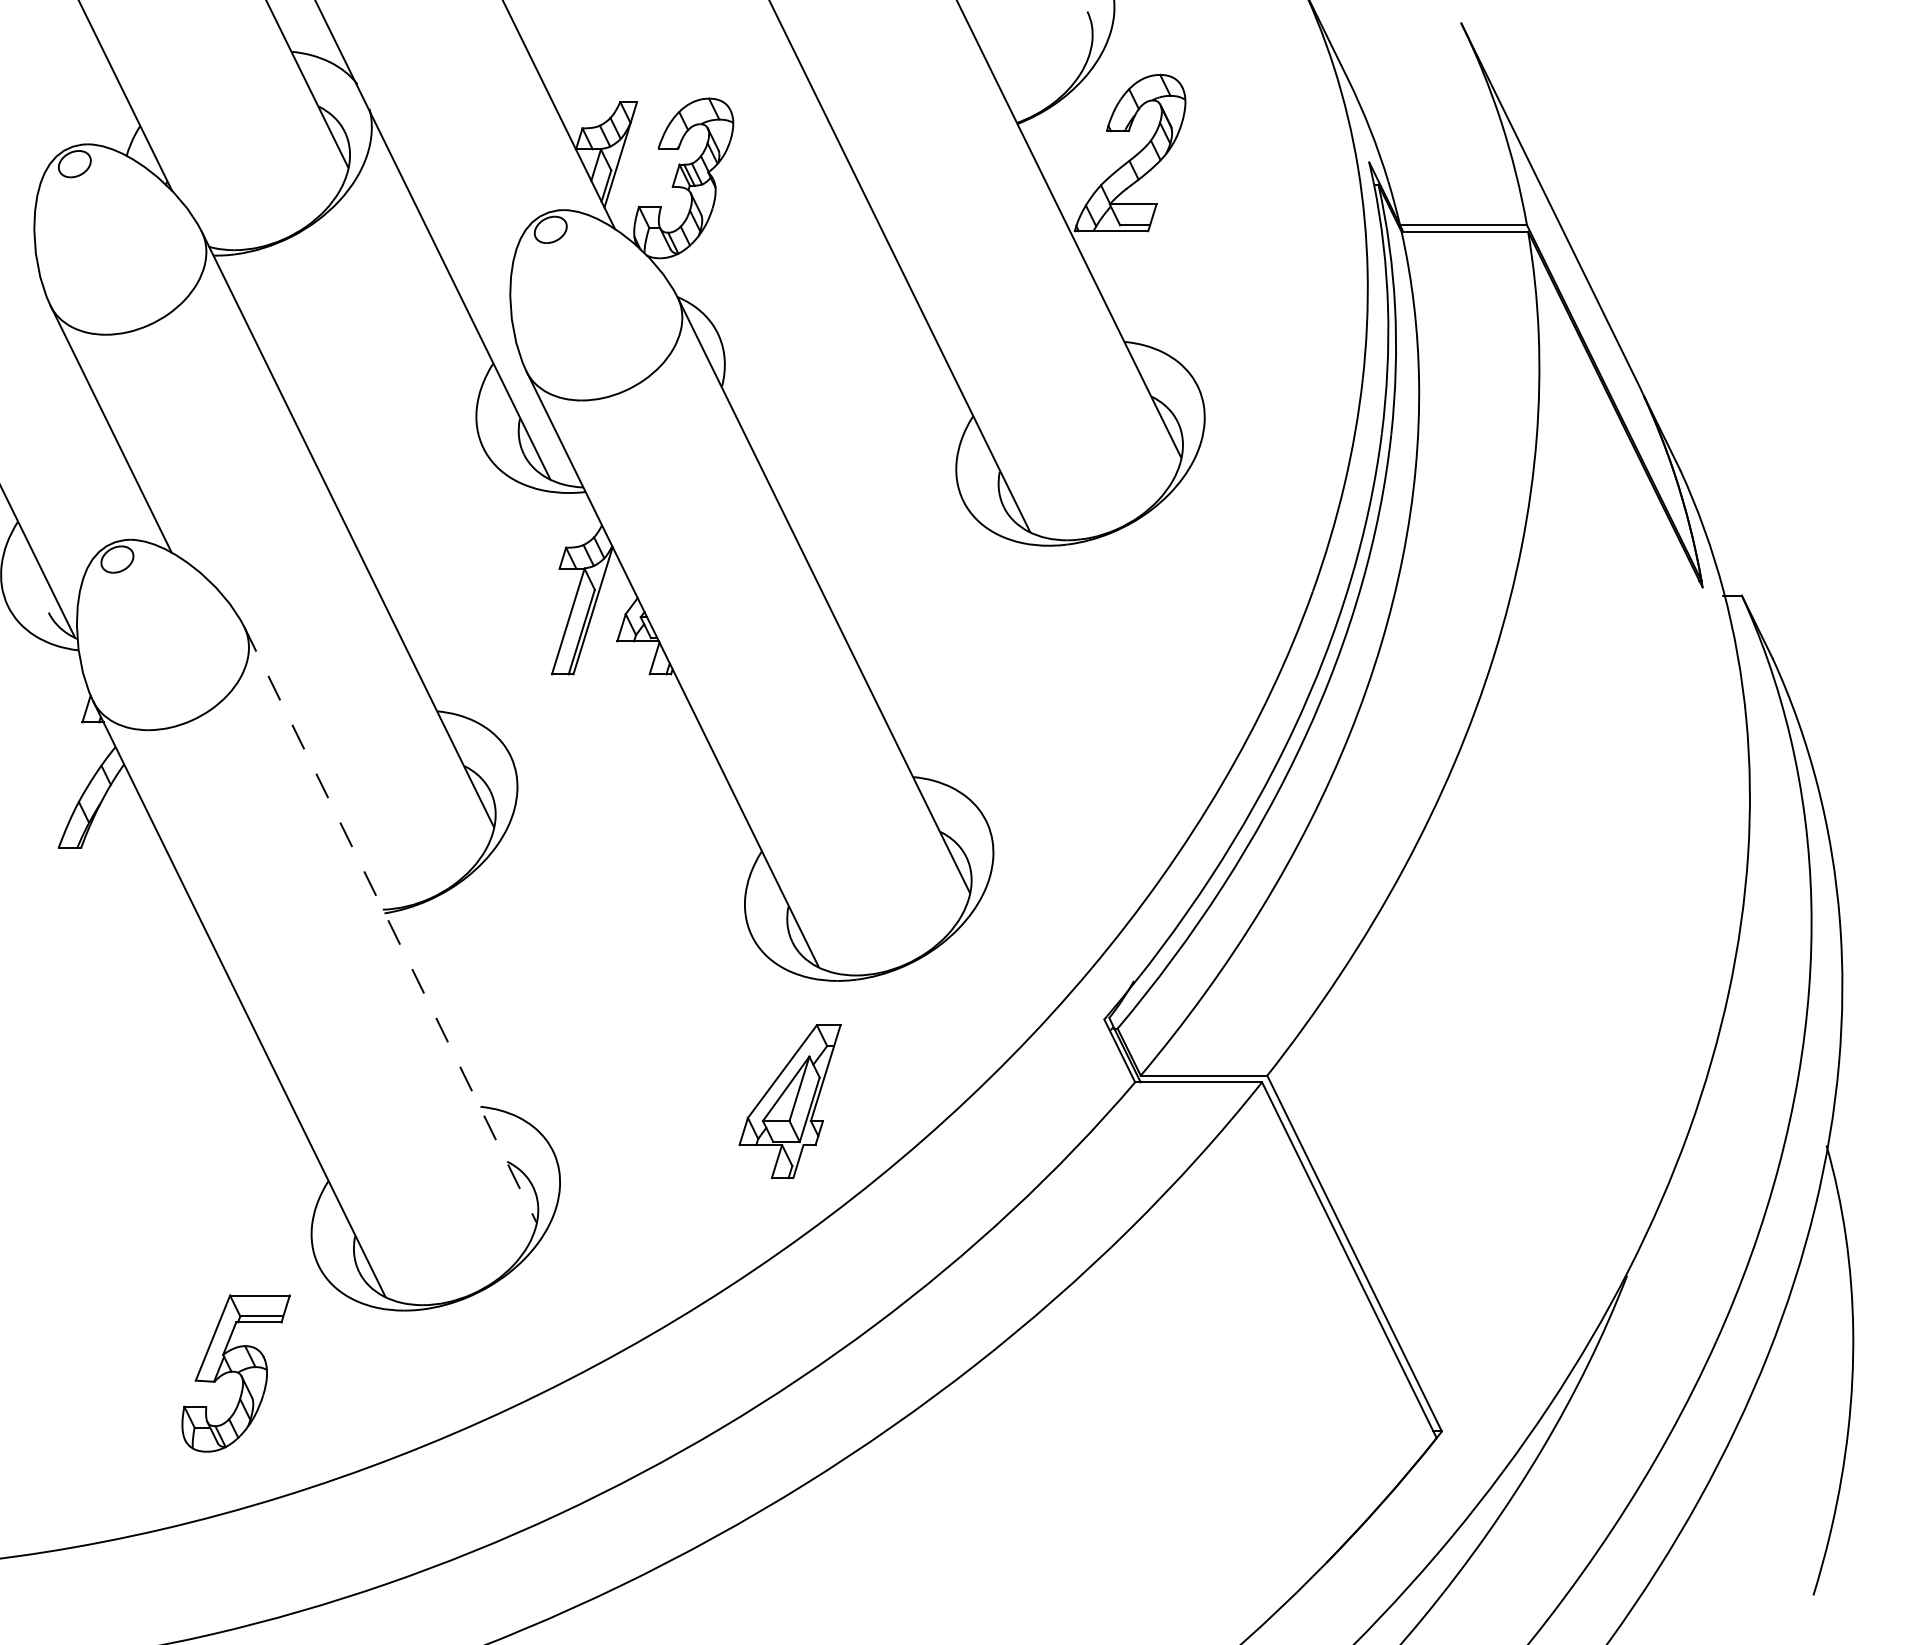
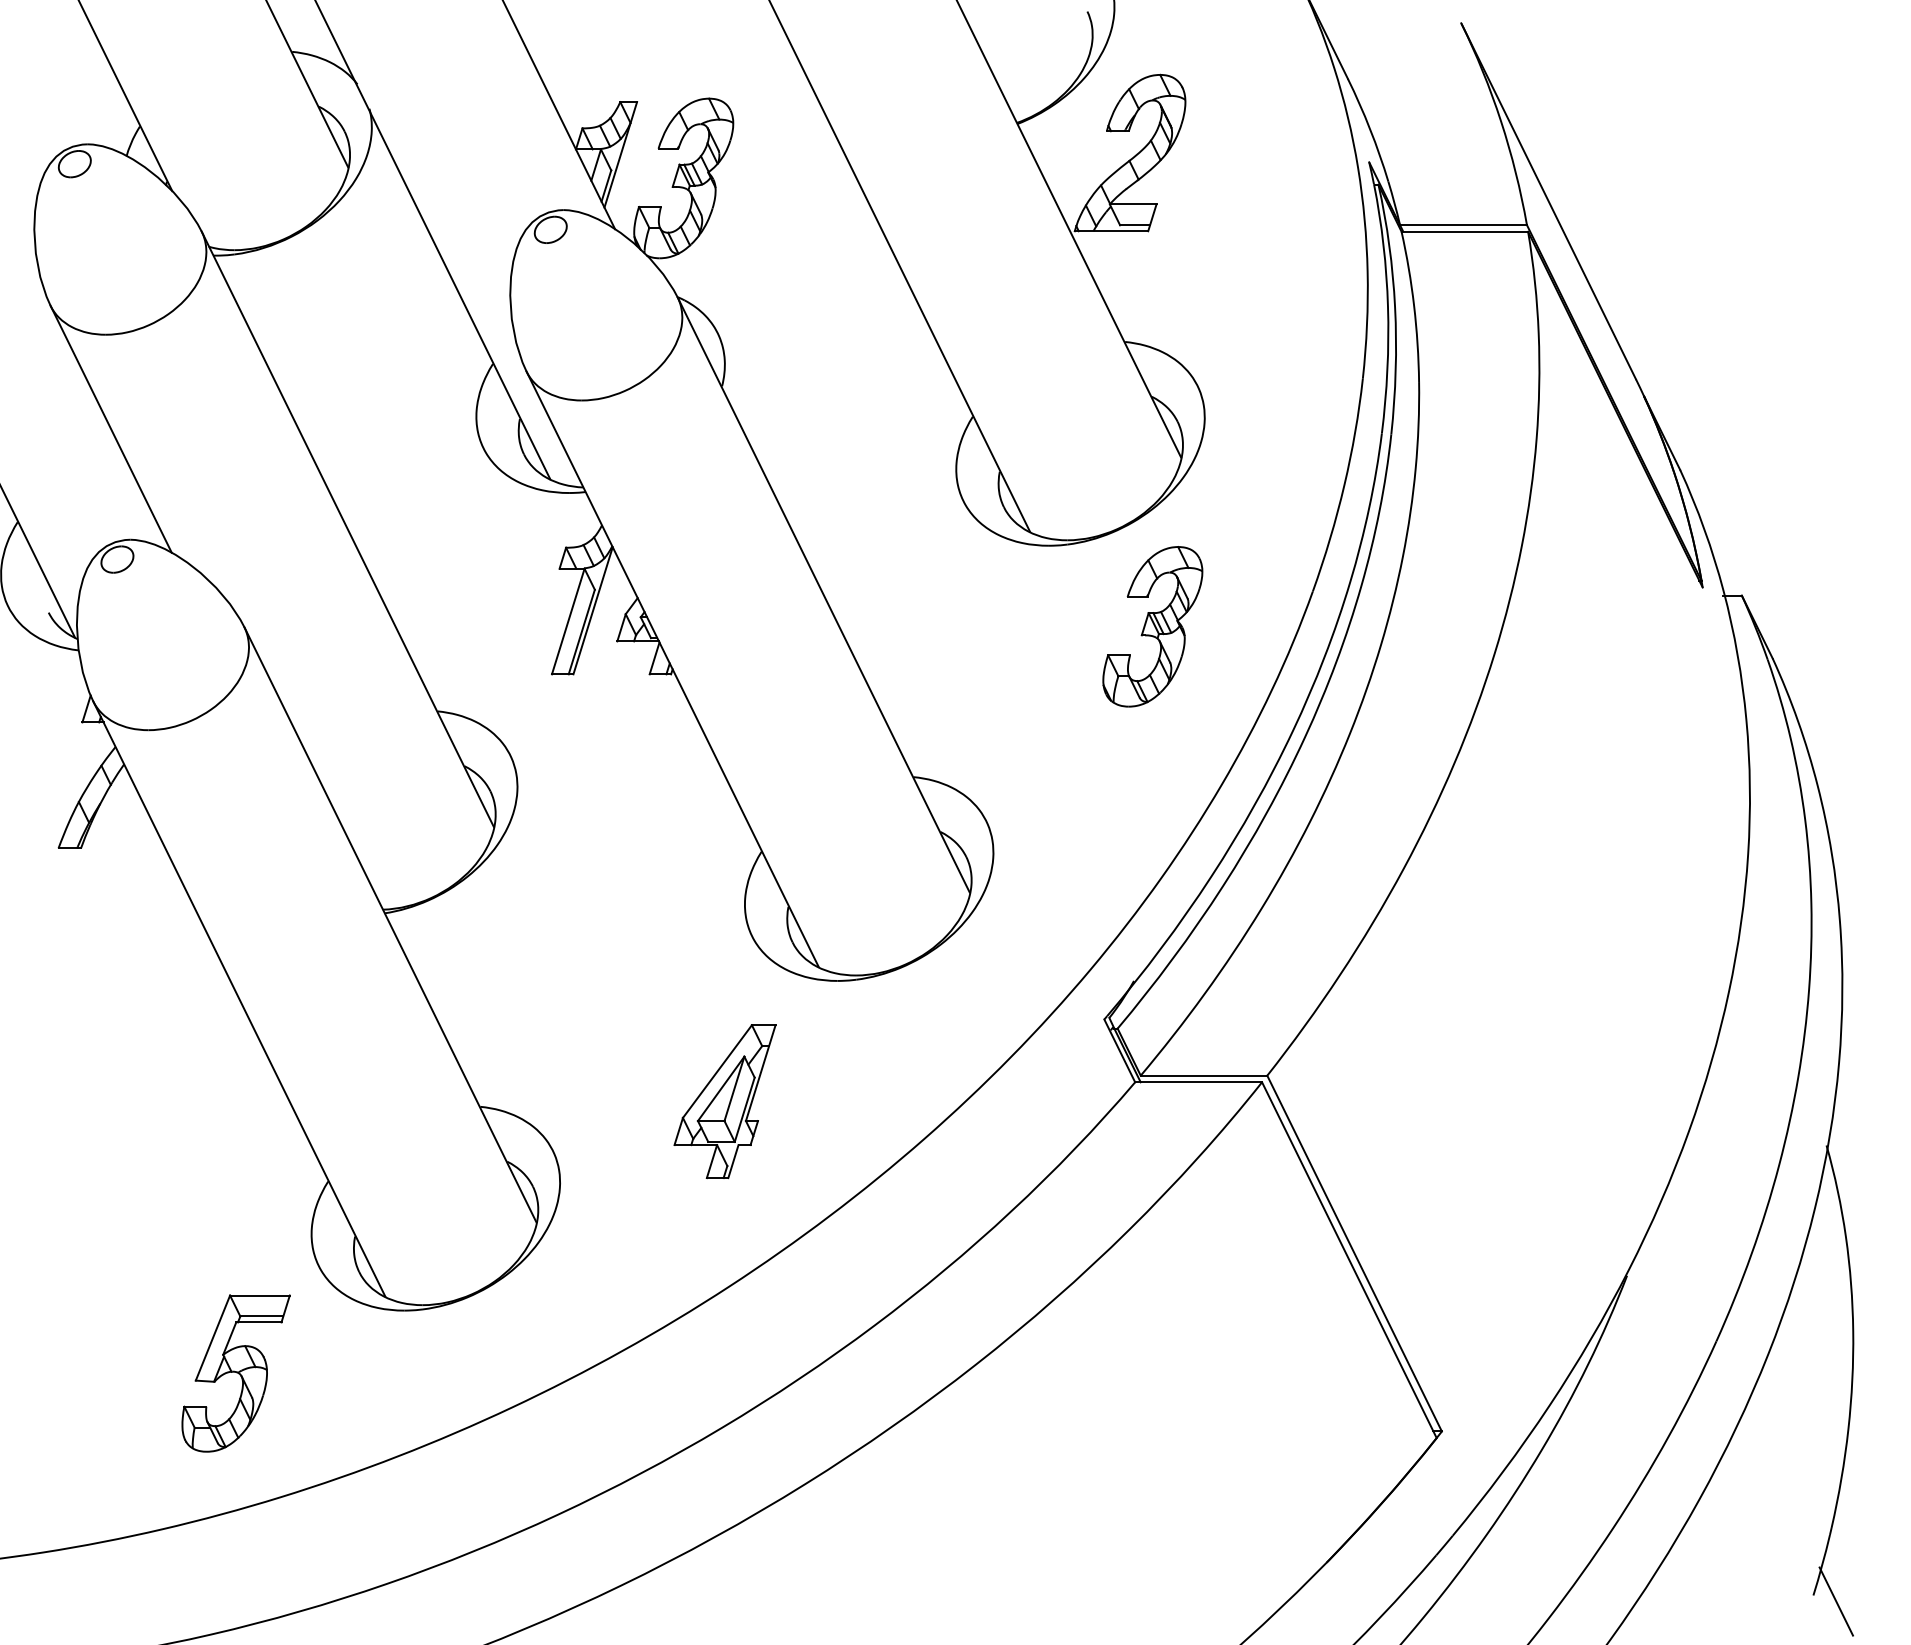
part at (1152, 626): none -> present
line at (390, 925): dashed -> solid
part at (789, 1101) position: (789, 1101) -> (724, 1101)
line at (1836, 1601): none -> present
